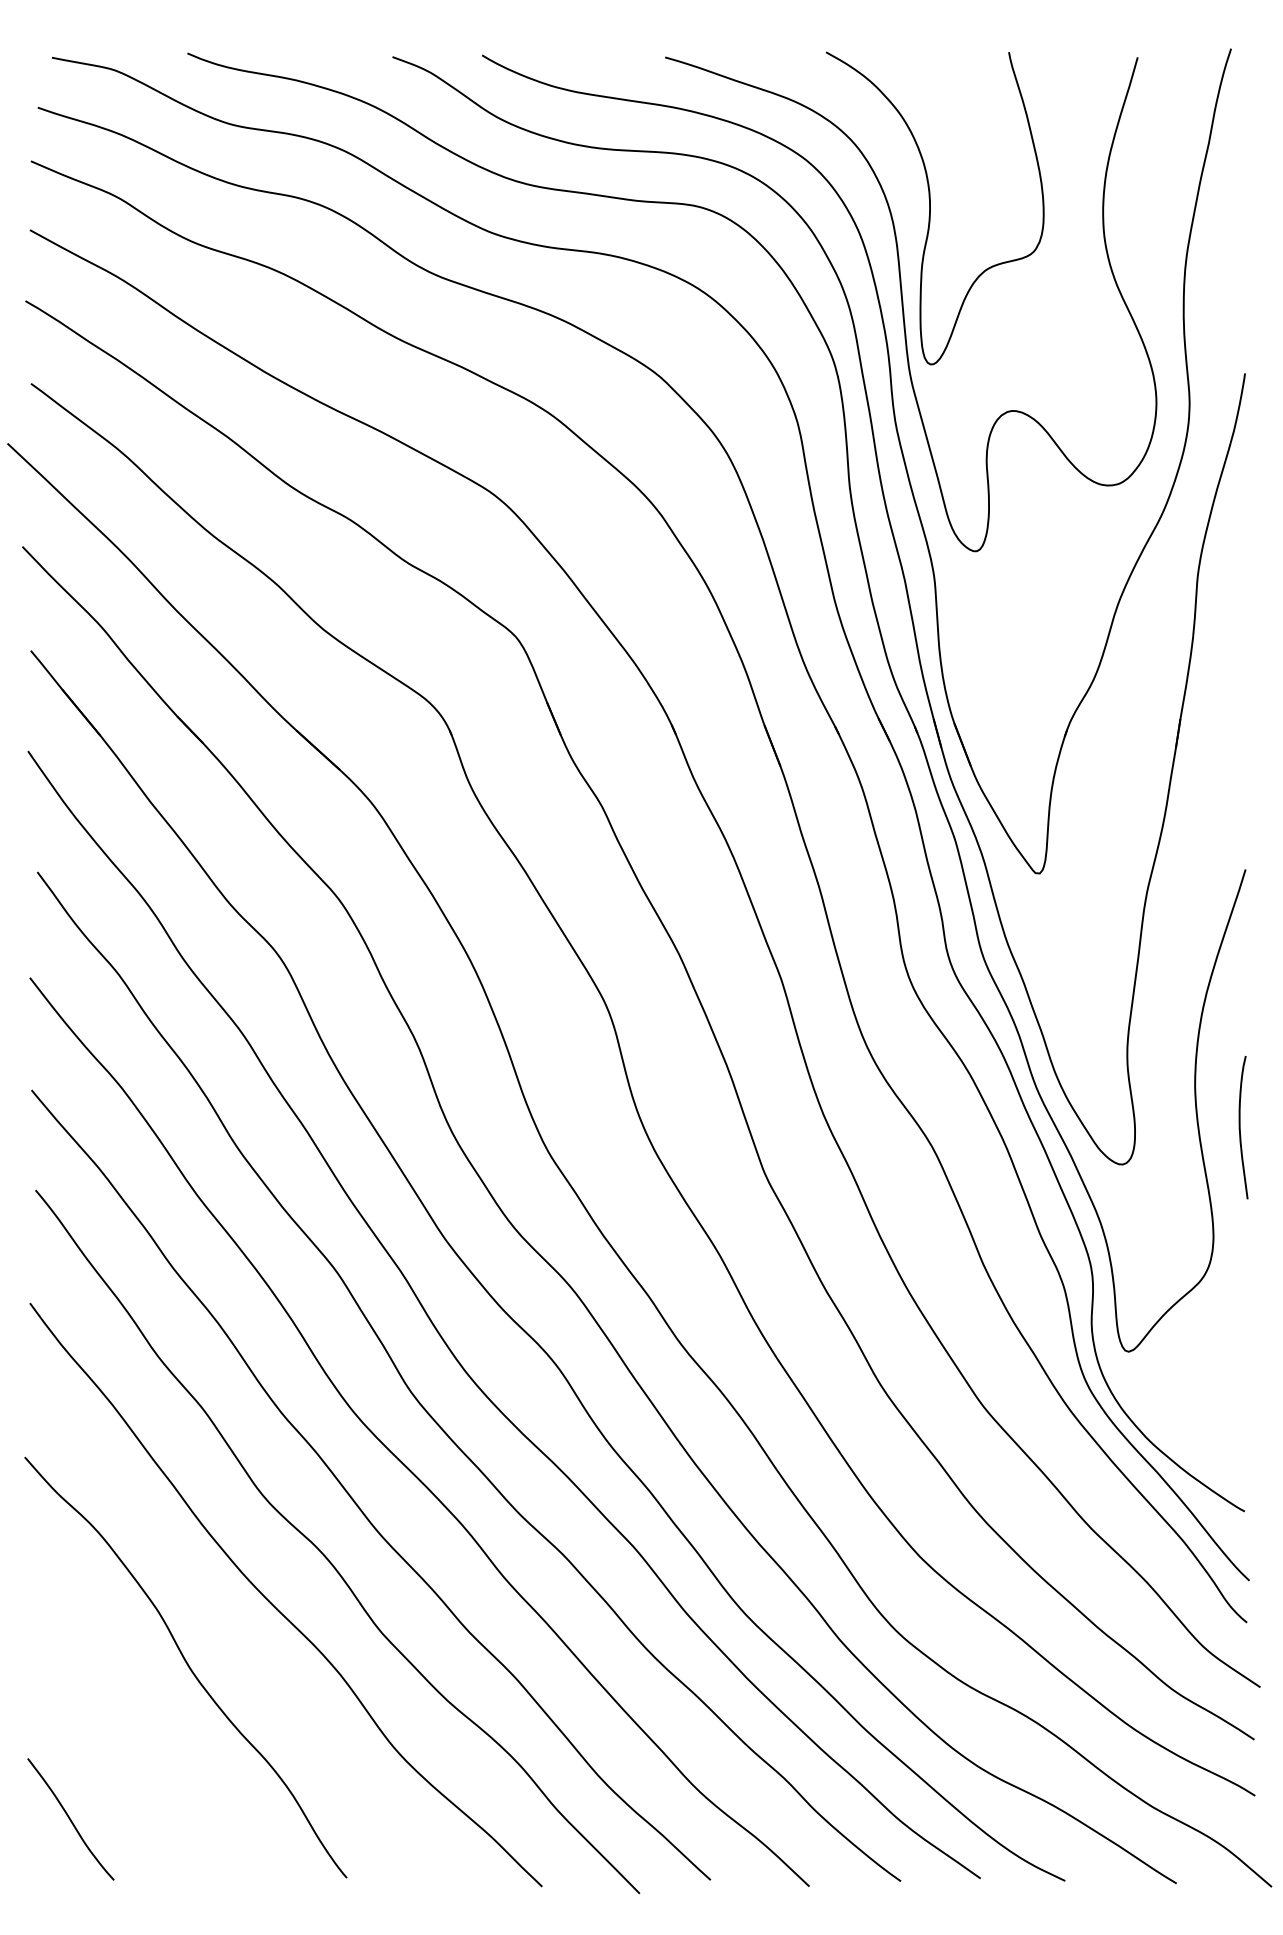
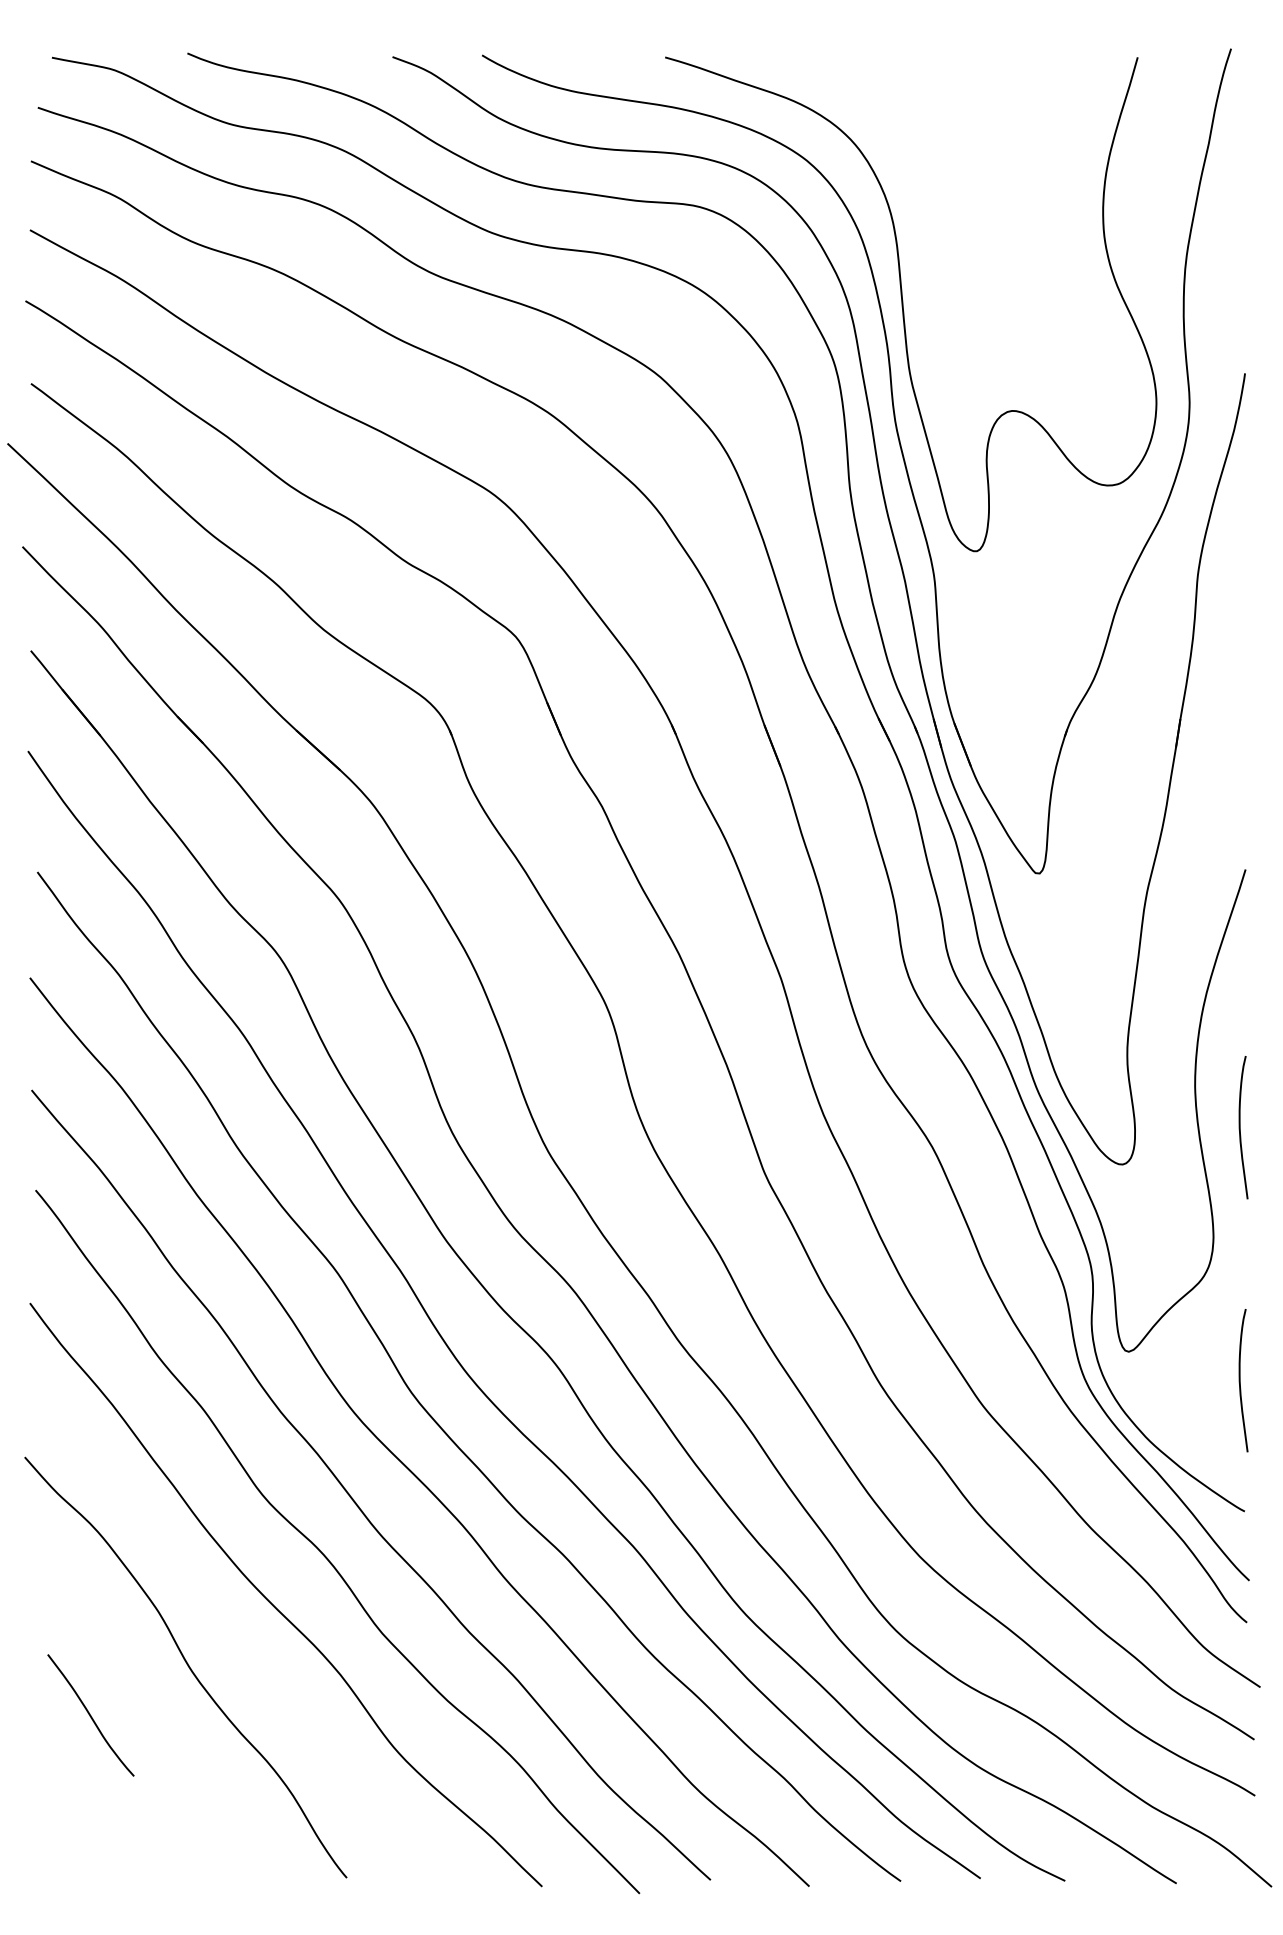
curve at (930, 208): present -> none
curve at (1240, 1380): none -> present
curve at (70, 1819) position: (70, 1819) -> (90, 1715)
